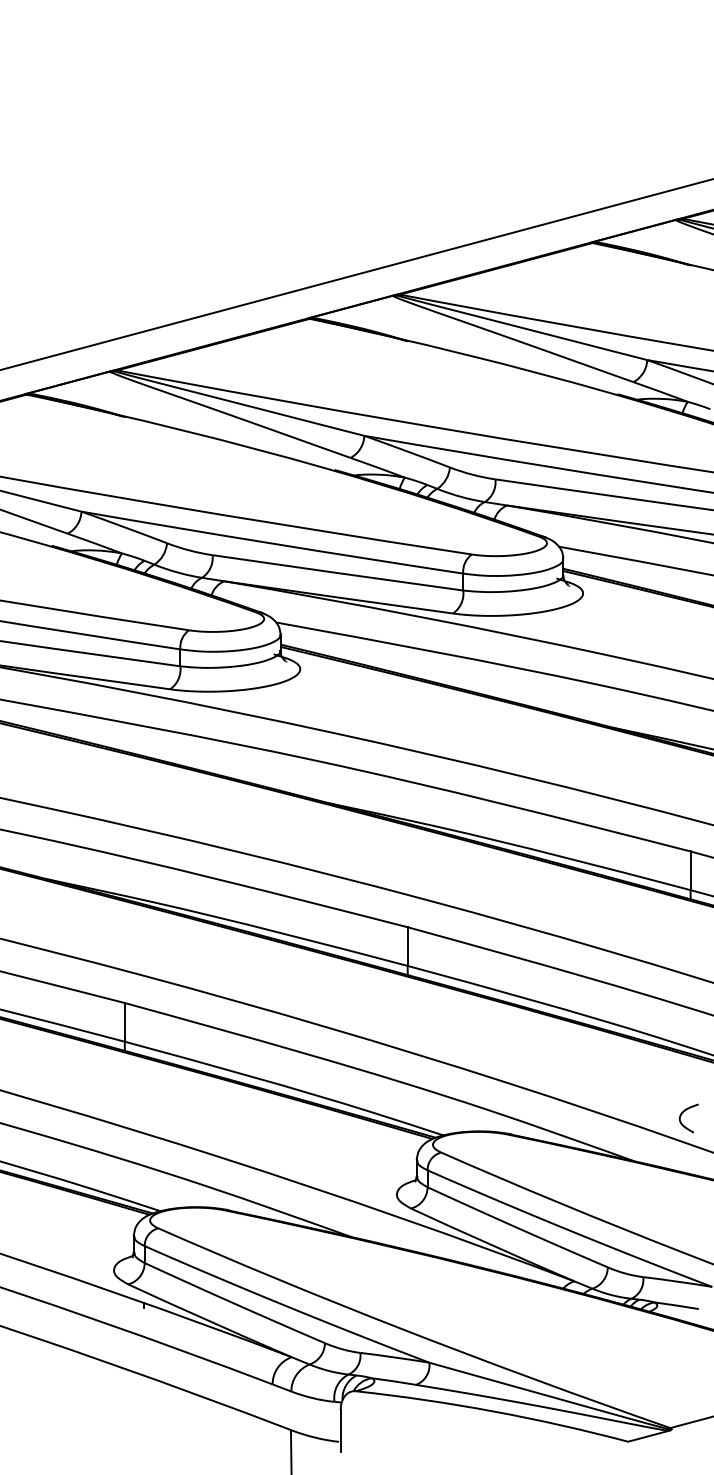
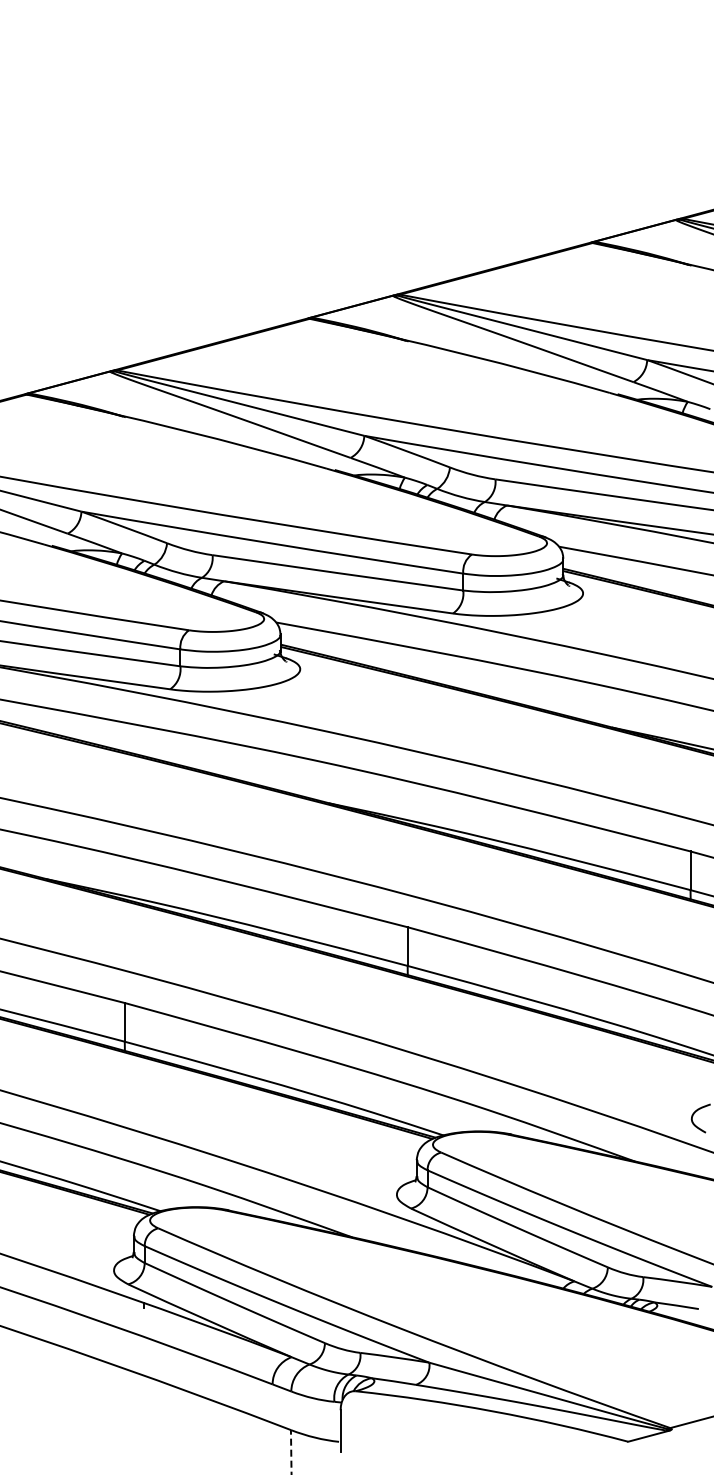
line at (356, 274): present -> none
curve at (683, 1113) position: (683, 1113) -> (695, 1113)
line at (291, 1452): solid -> dashed
